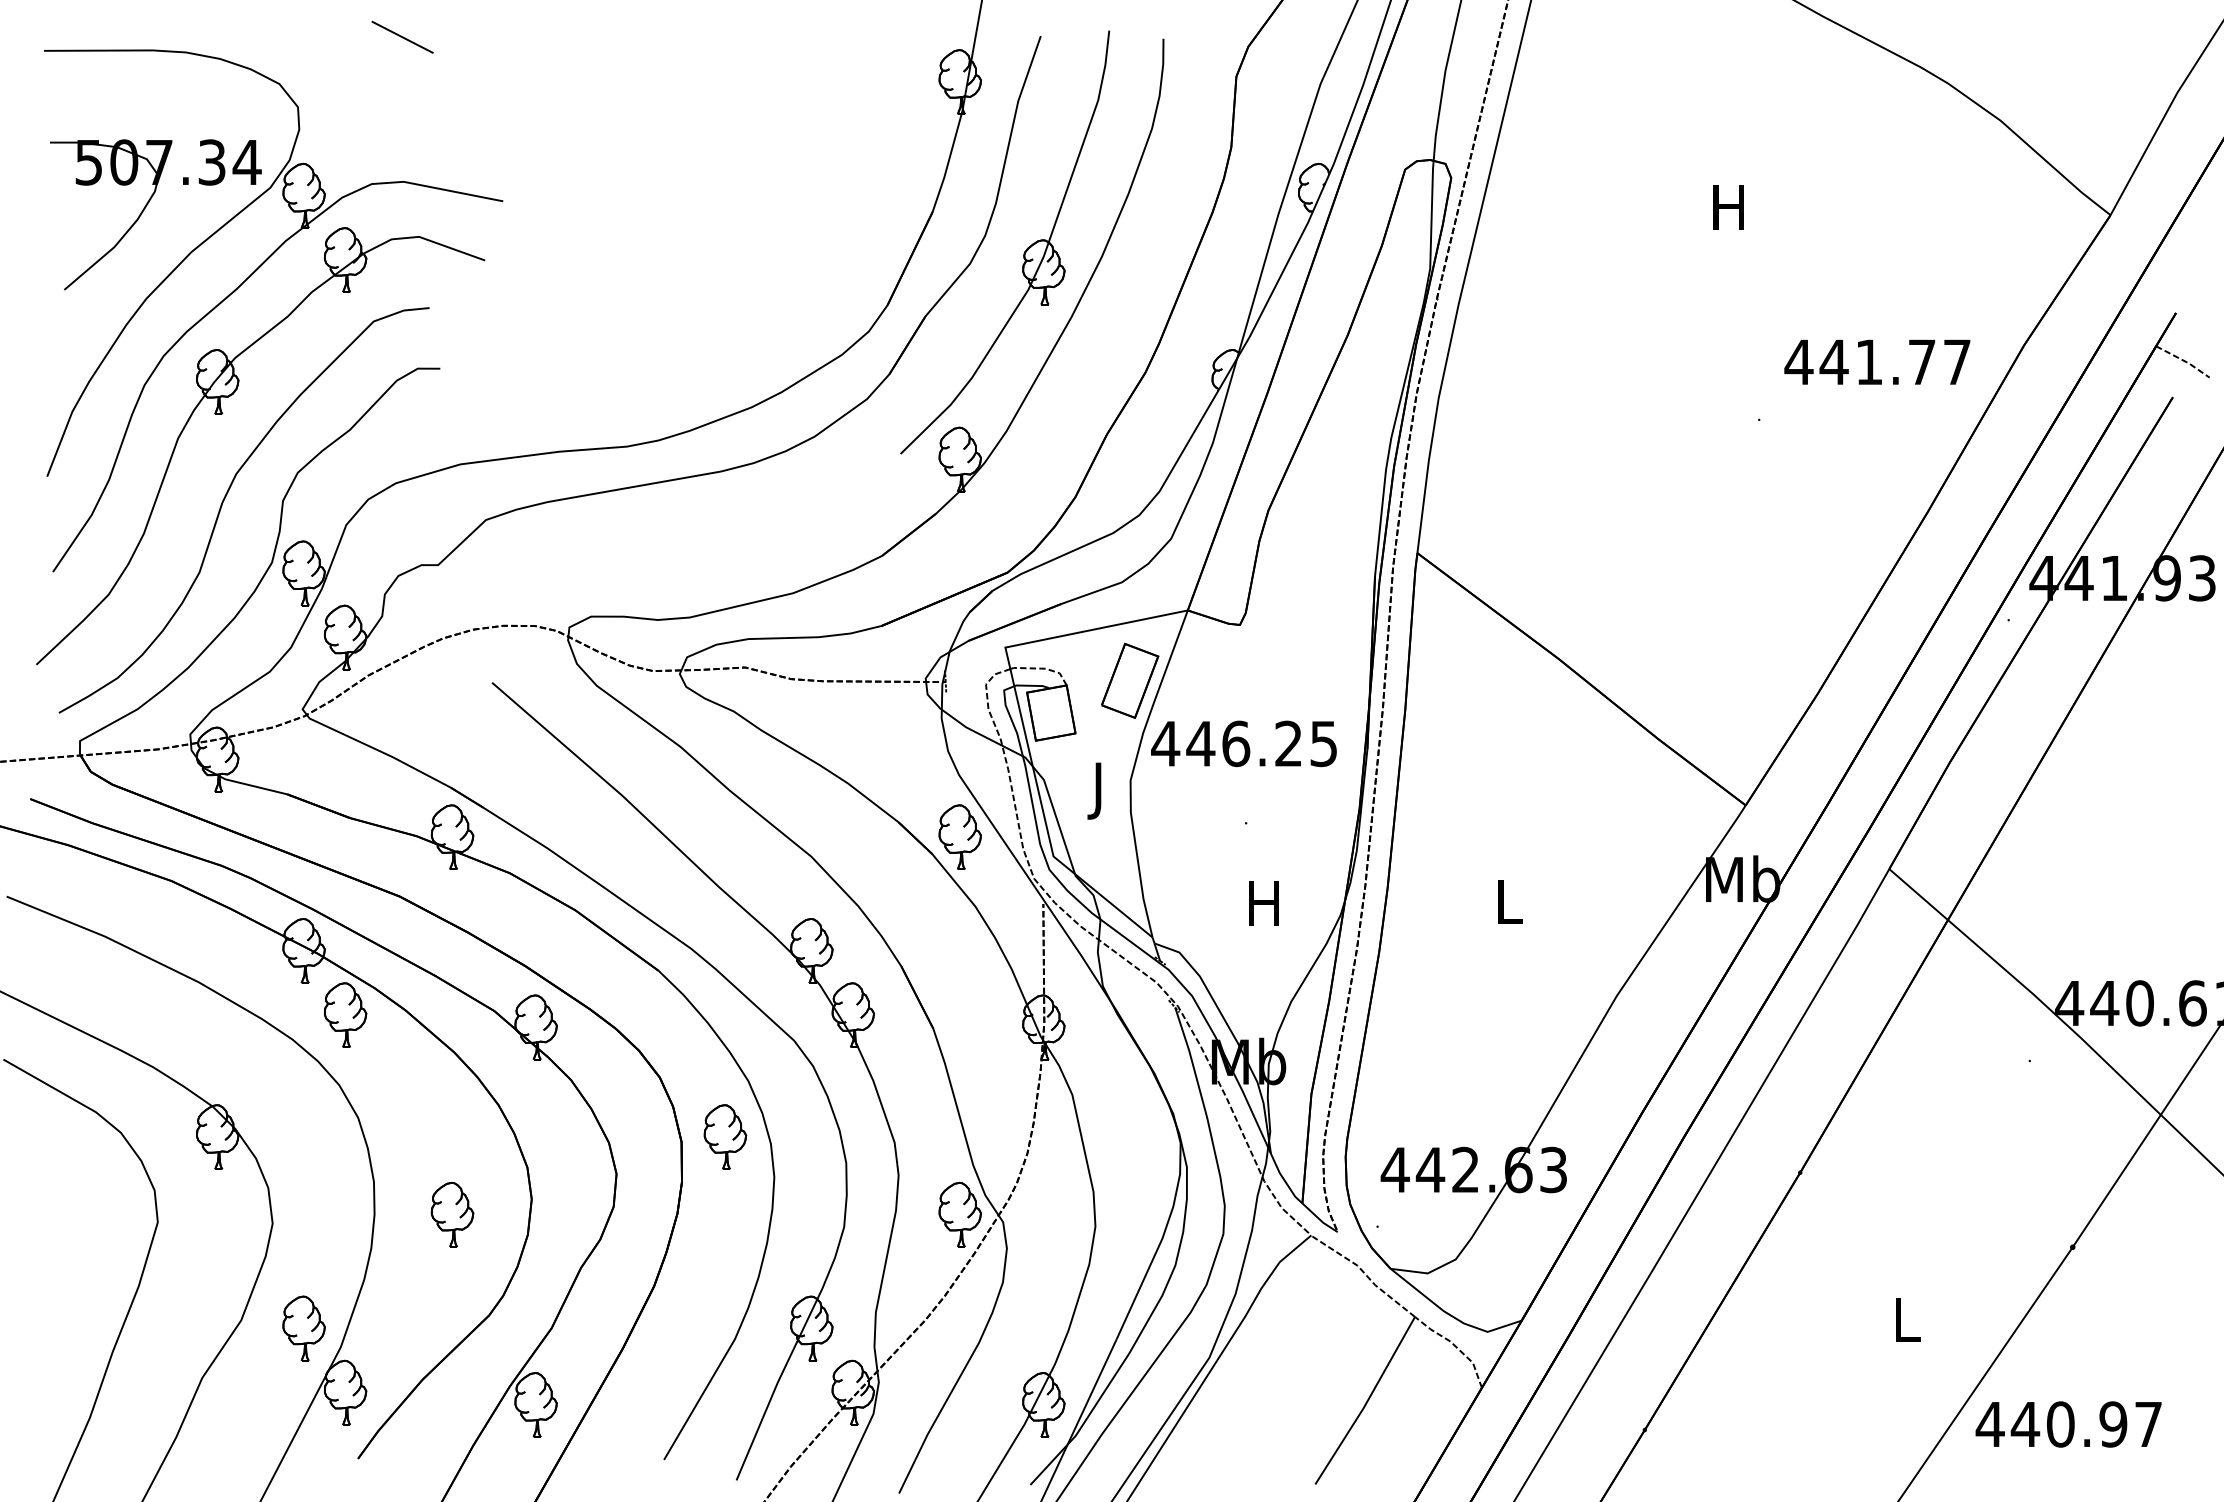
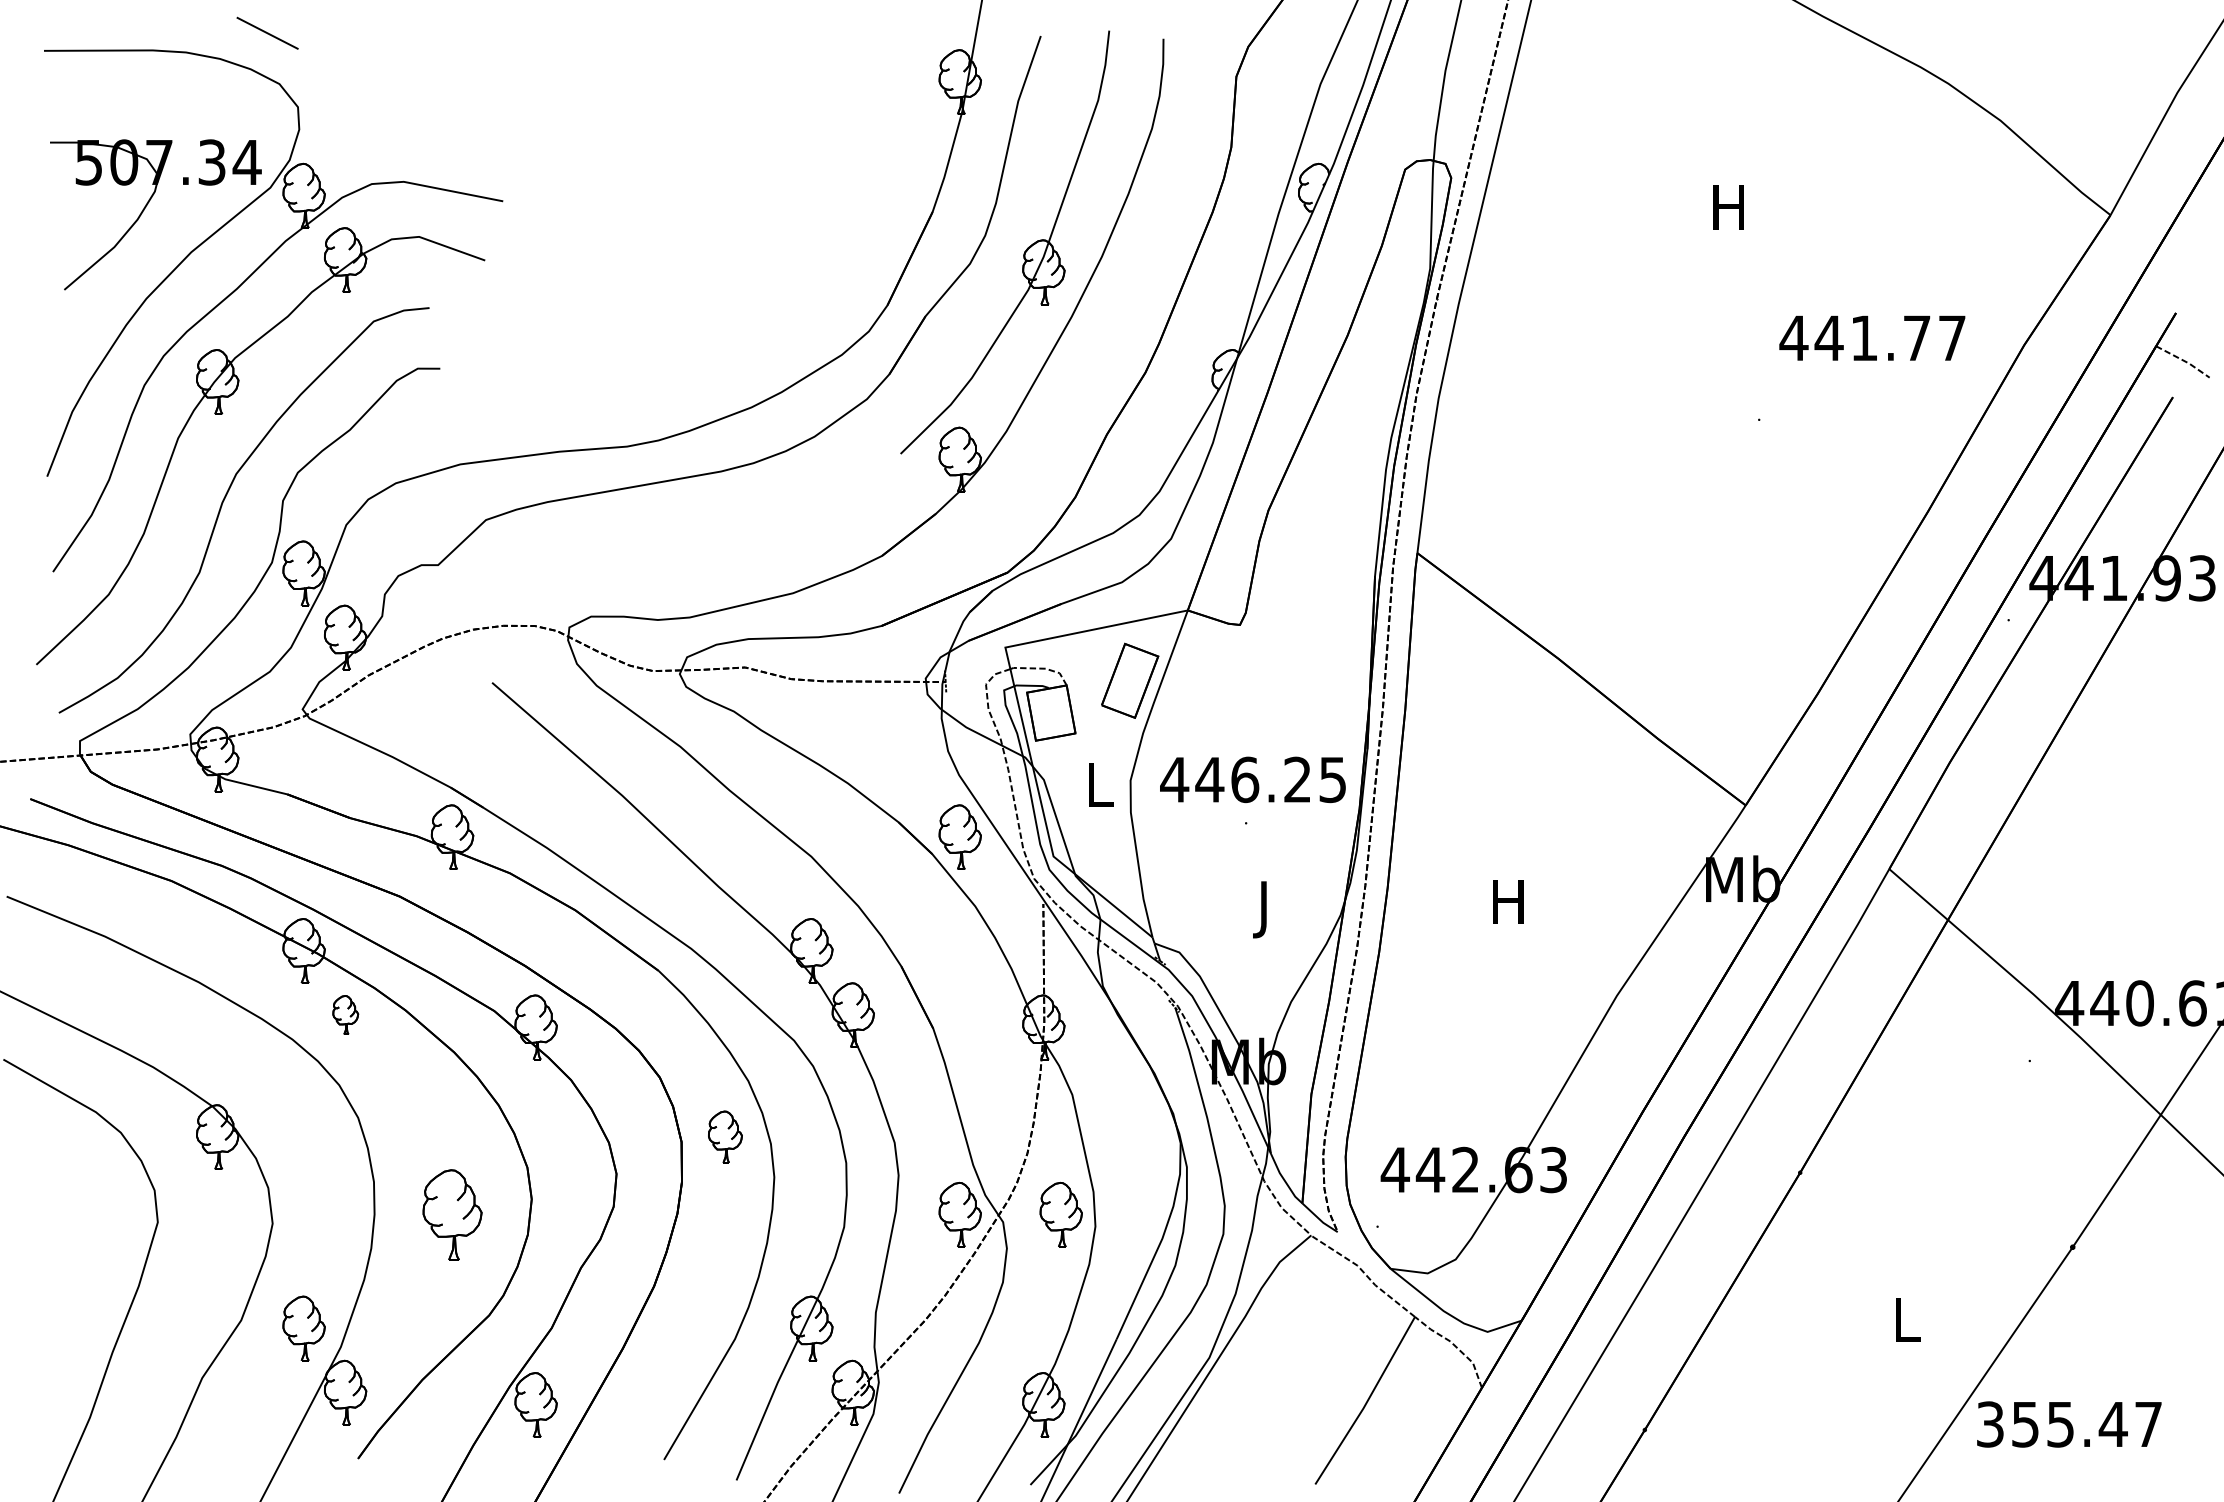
line at (402, 36) position: (402, 36) -> (267, 32)
text at (1877, 361) position: (1877, 361) -> (1872, 337)
text at (1243, 743) position: (1243, 743) -> (1252, 779)
text at (1100, 790): J -> L
text at (1508, 901): L -> H
text at (1263, 909): H -> J
part at (345, 1014) size: 44x66 px -> 28x40 px
part at (725, 1136) size: 45x66 px -> 35x54 px
part at (452, 1214) size: 45x67 px -> 61x92 px
part at (1060, 1214): none -> present
text at (2051, 1424): 440.97 -> 355.47
